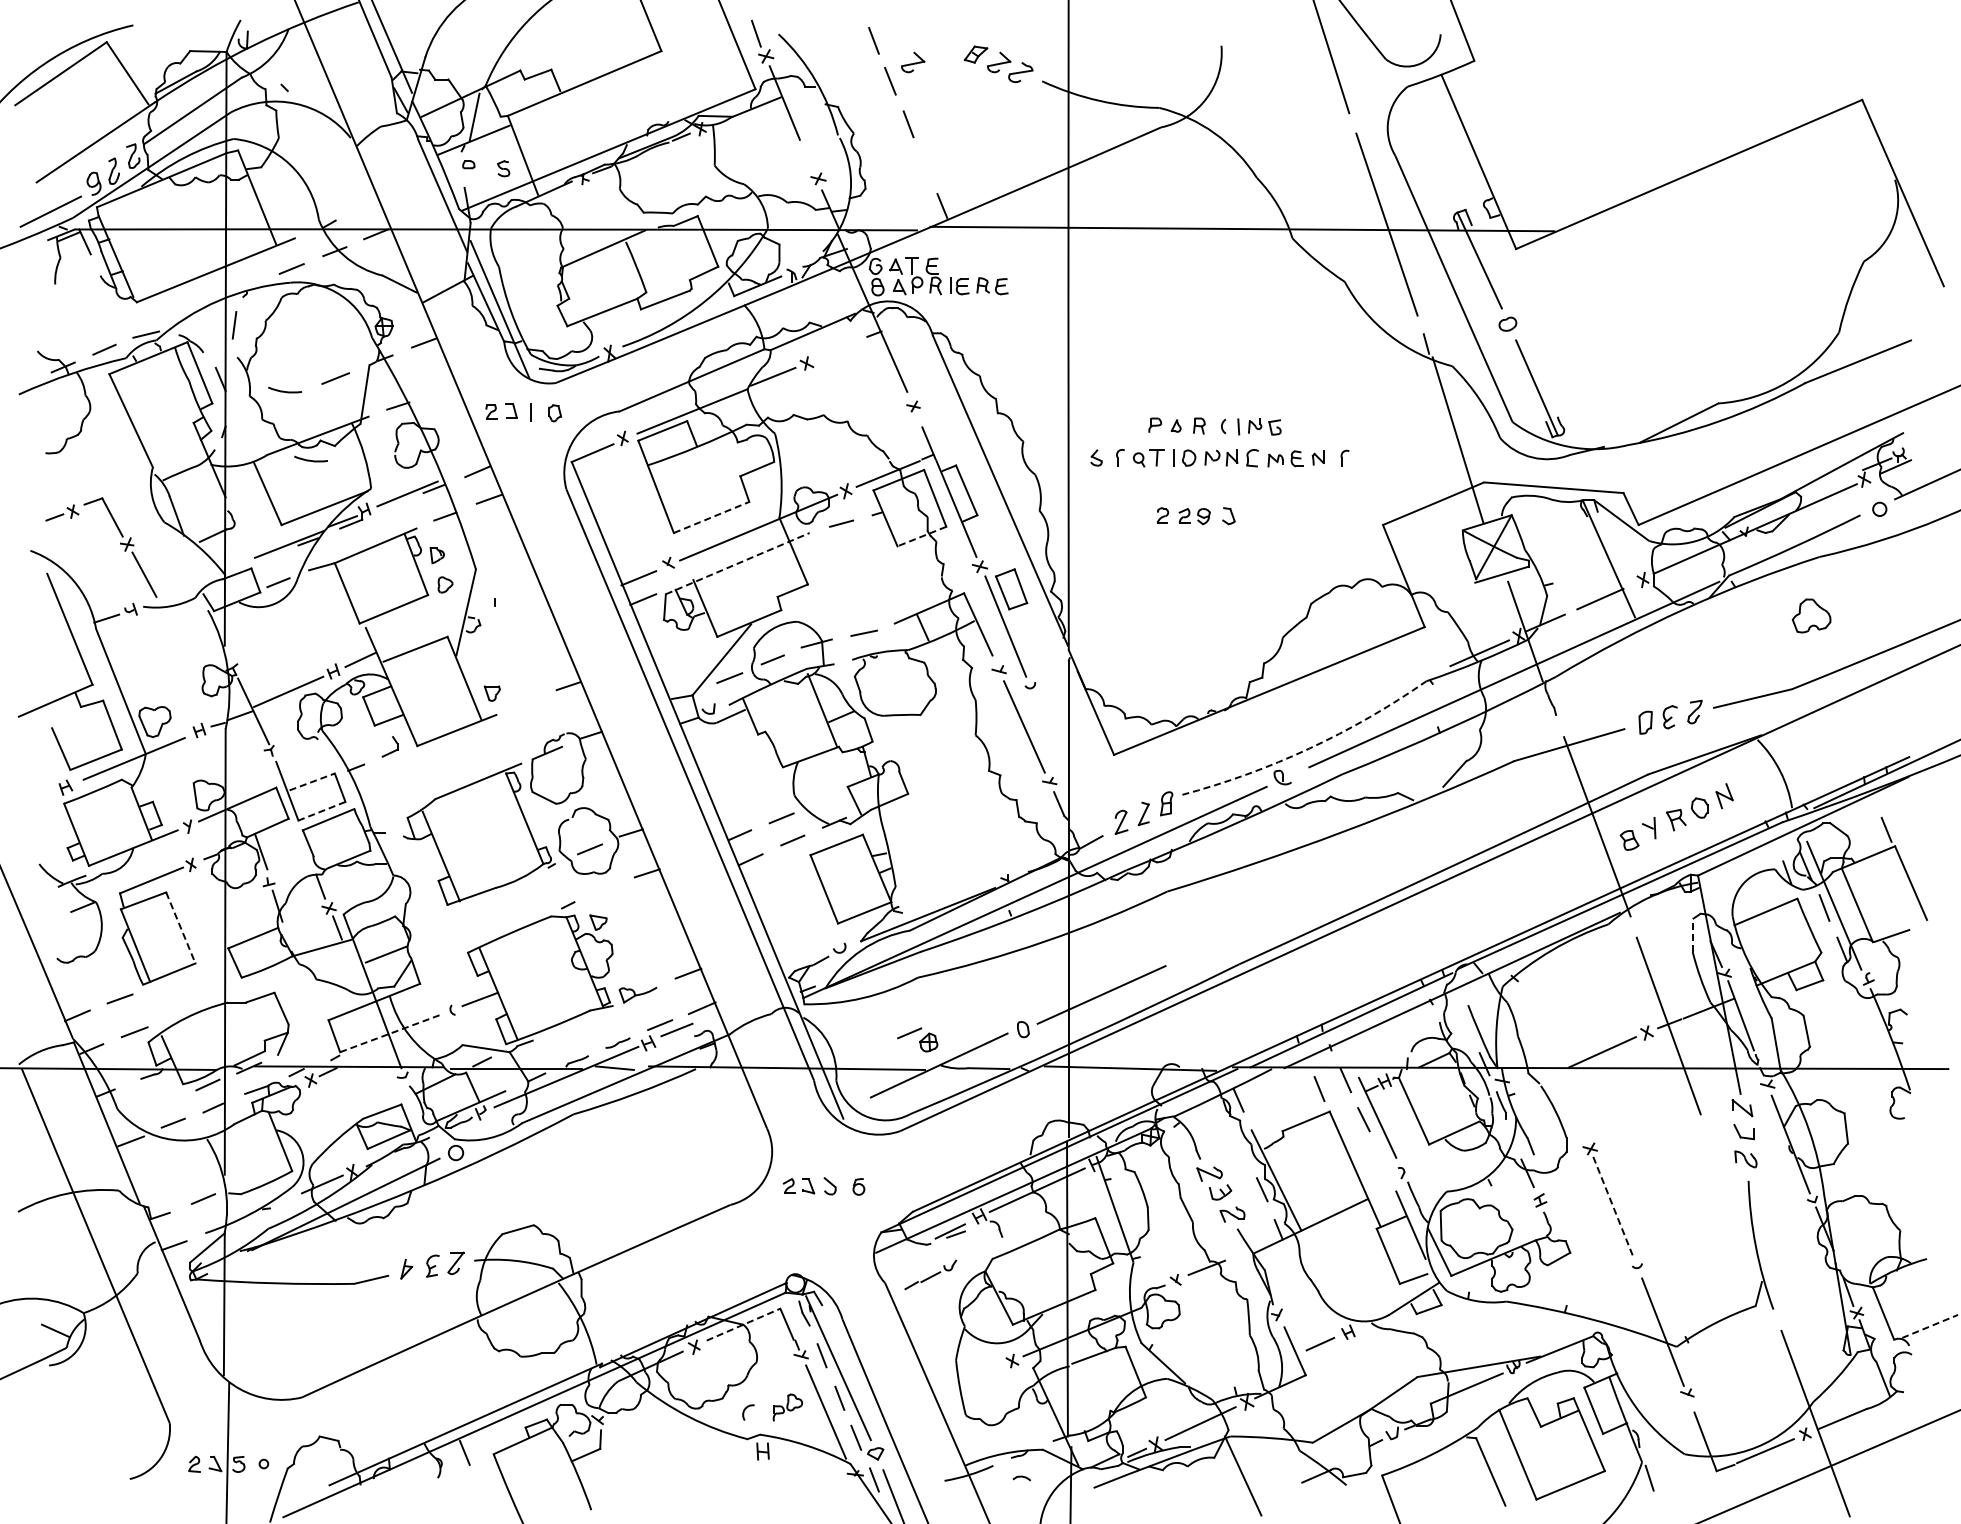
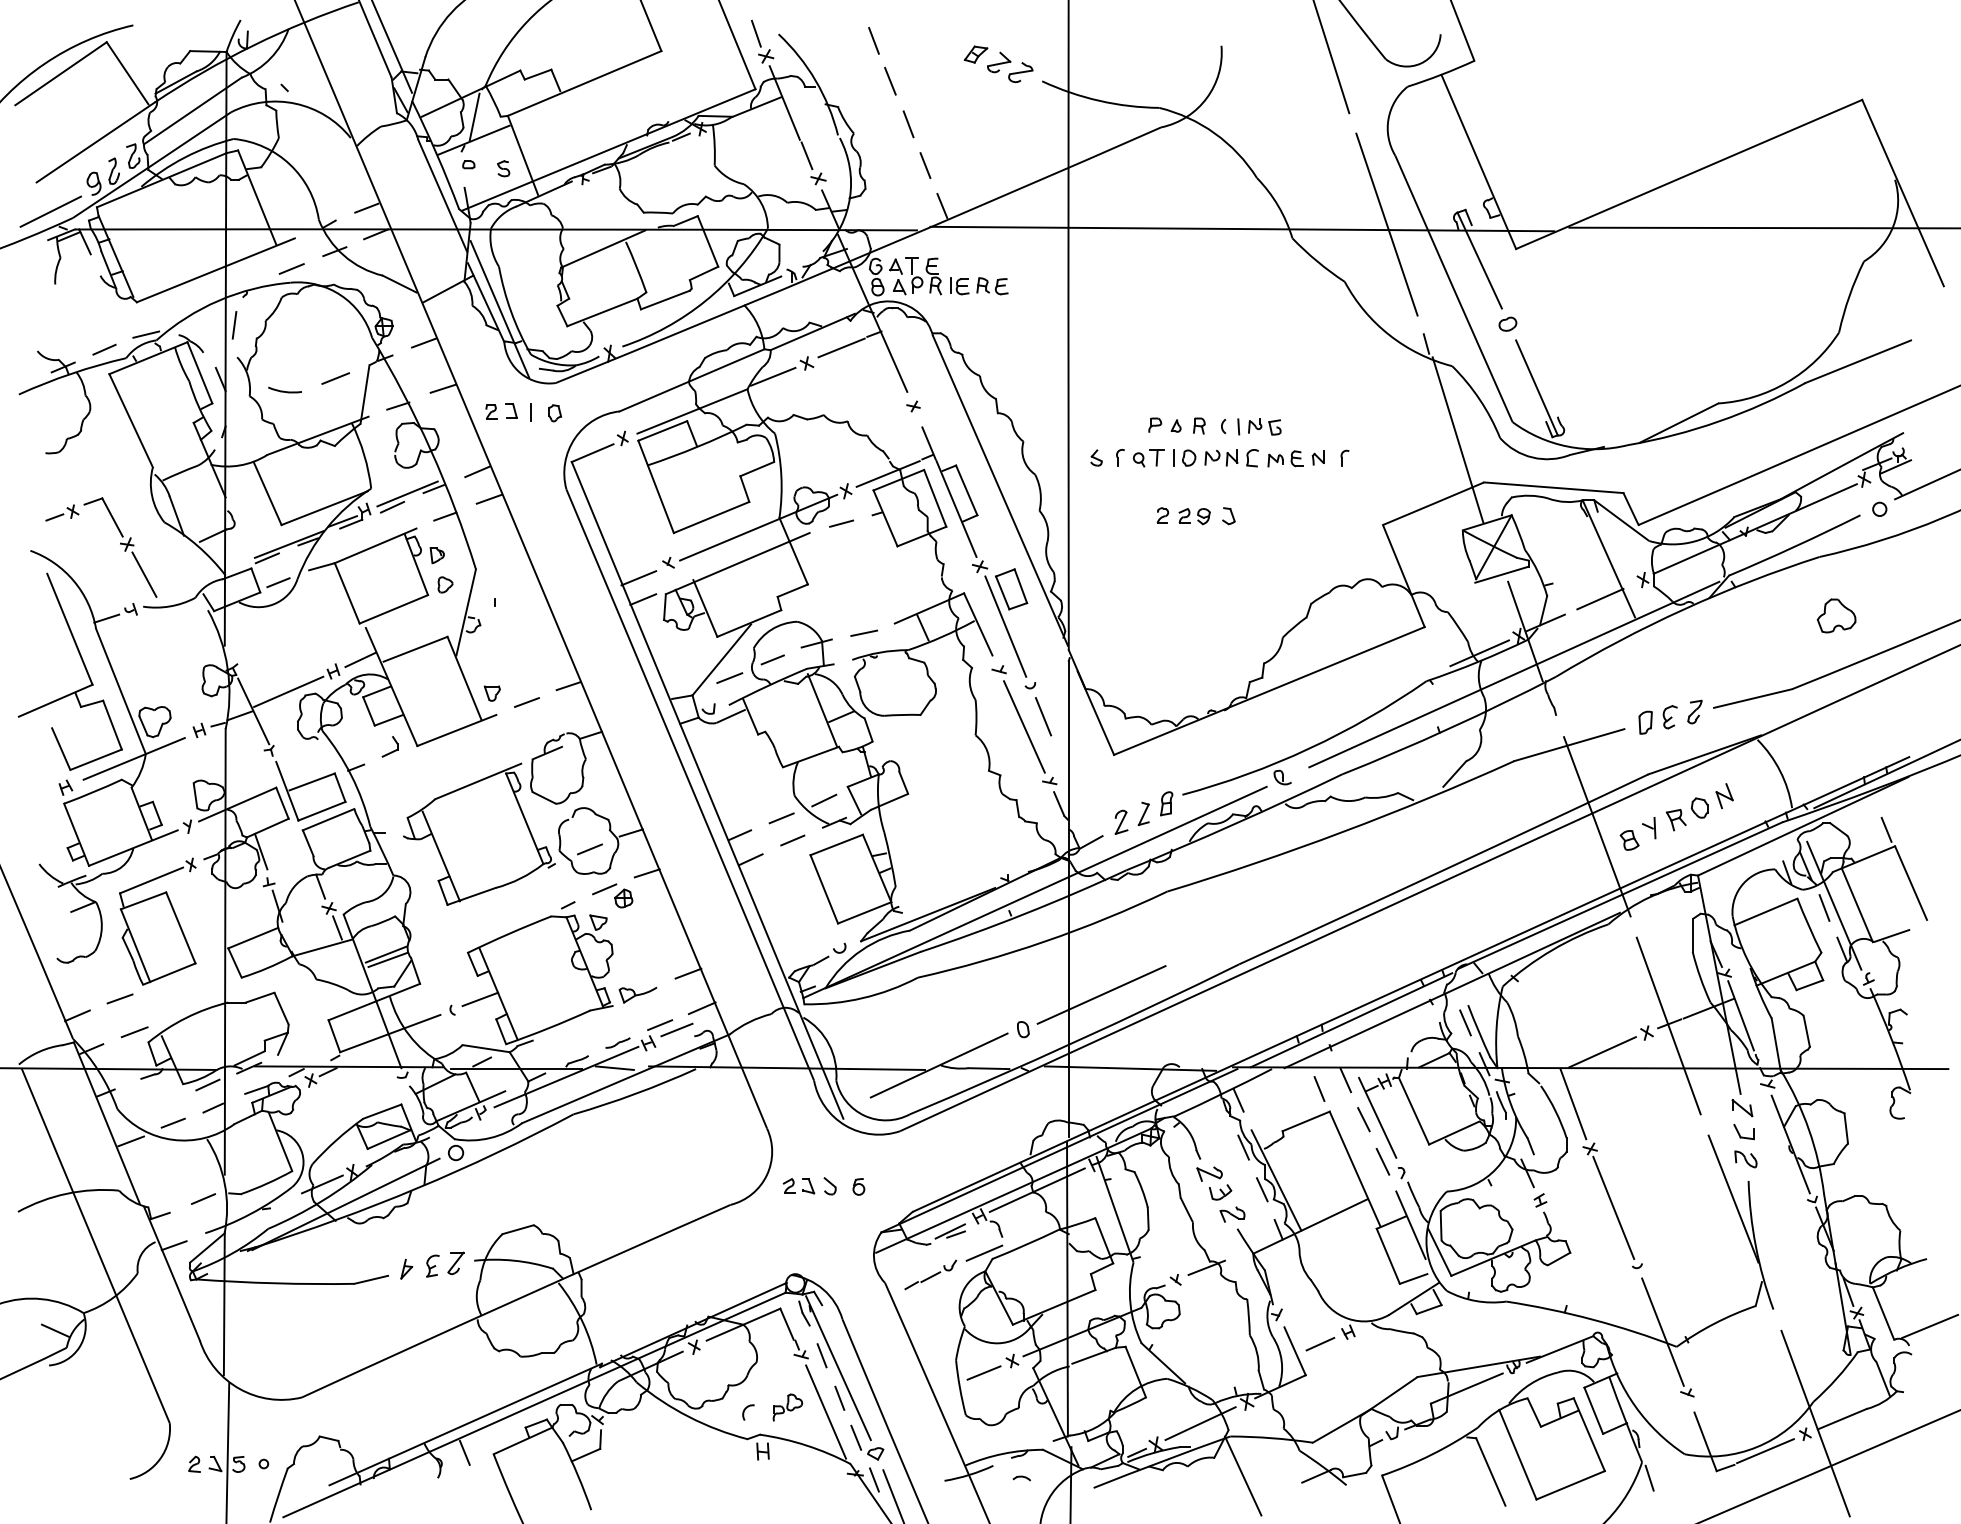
part at (913, 62): present -> none
line at (806, 155): none -> present
line at (925, 165): none -> present
line at (366, 207): none -> present
line at (1763, 227): none -> present
line at (841, 347): none -> present
line at (442, 388): none -> present
arc at (309, 459): present -> none
line at (392, 506): none -> present
line at (711, 517): dashed -> solid
line at (921, 536): dashed -> solid
line at (266, 558): none -> present
line at (738, 563): dashed -> solid
part at (1811, 615) position: (1811, 615) -> (1836, 615)
line at (526, 702): none -> present
line at (1043, 716): none -> present
arc at (1309, 748): dashed -> solid
line at (312, 781): dashed -> solid
line at (824, 800): none -> present
line at (321, 811): dashed -> solid
line at (181, 928): dashed -> solid
line at (1692, 935): dashed -> solid
line at (387, 959): none -> present
line at (1465, 1022): none -> present
line at (390, 1033): dashed -> solid
part at (917, 1039) position: (917, 1039) -> (612, 895)
line at (1573, 1104): none -> present
line at (1243, 1147): none -> present
line at (1382, 1161): none -> present
line at (1733, 1198): none -> present
line at (1613, 1207): dashed -> solid
line at (984, 1252): none -> present
line at (743, 1324): dashed -> solid
line at (1930, 1326): dashed -> solid
line at (983, 1372): none -> present
